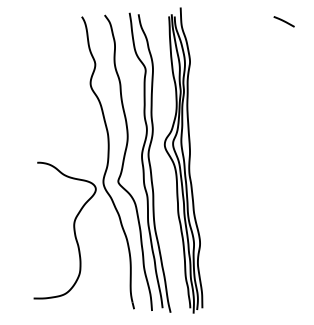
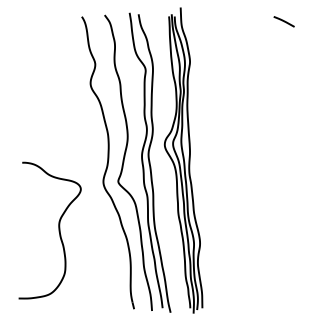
curve at (73, 230) position: (73, 230) -> (58, 230)
